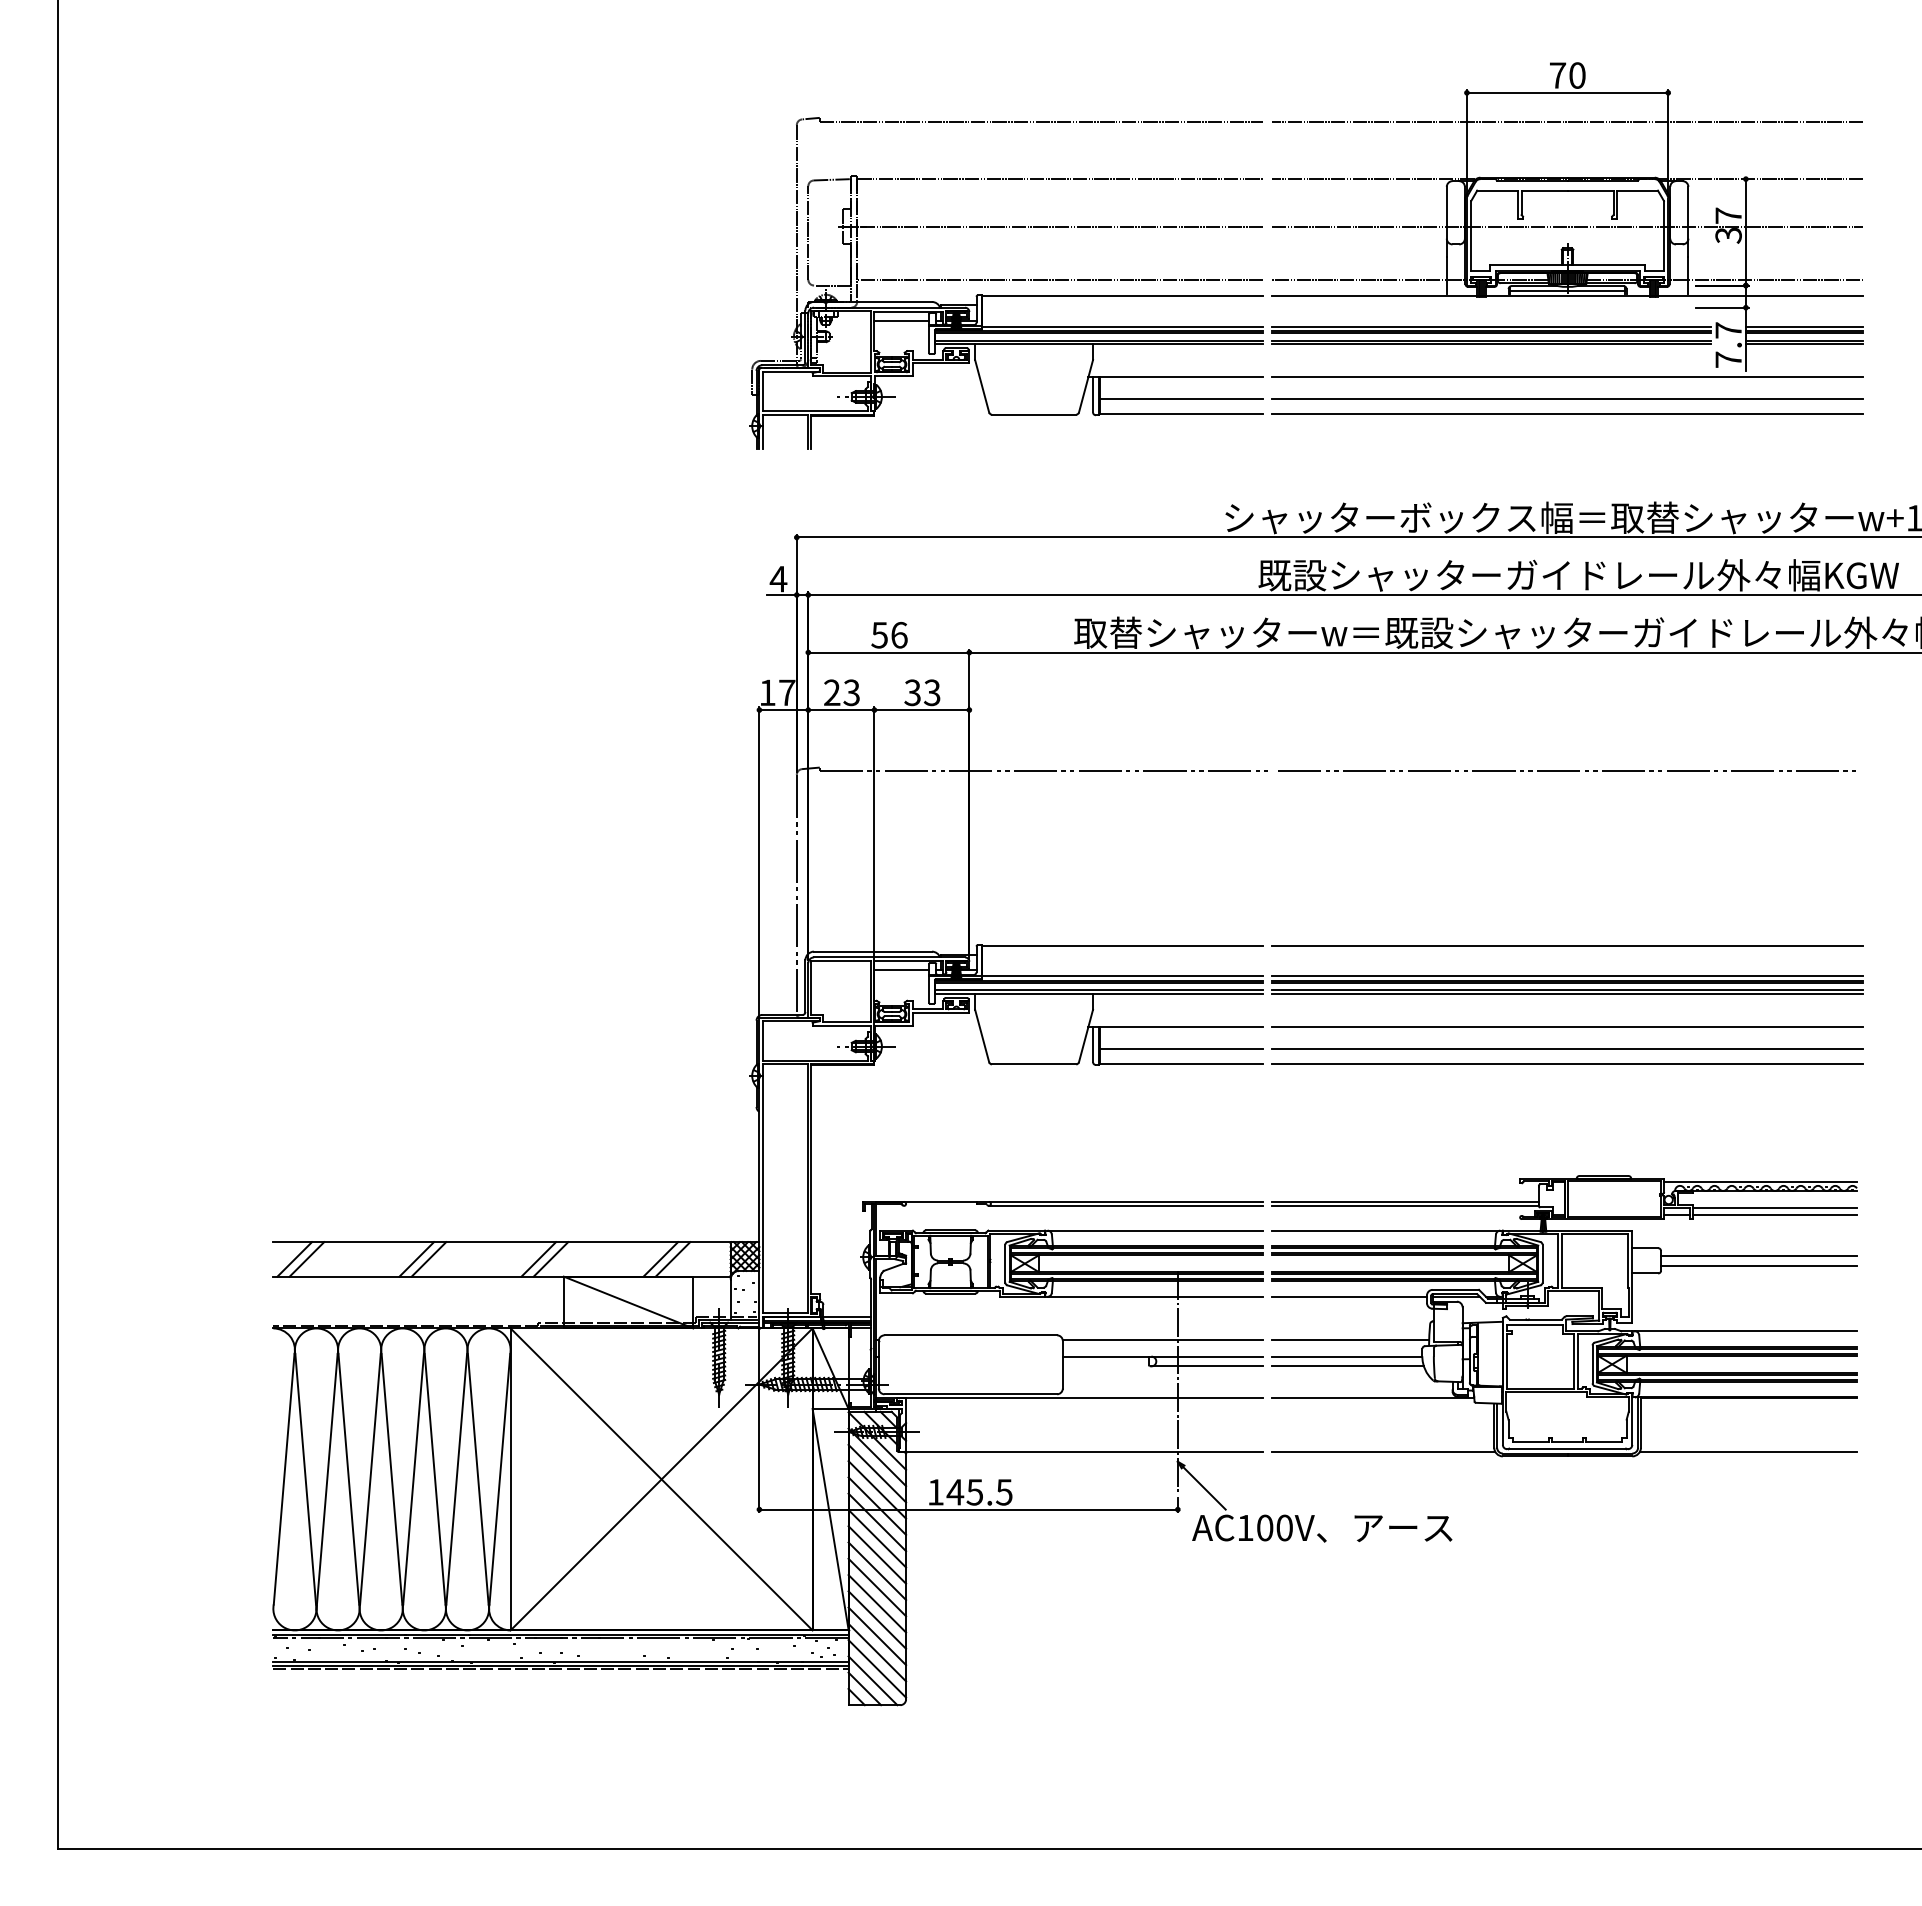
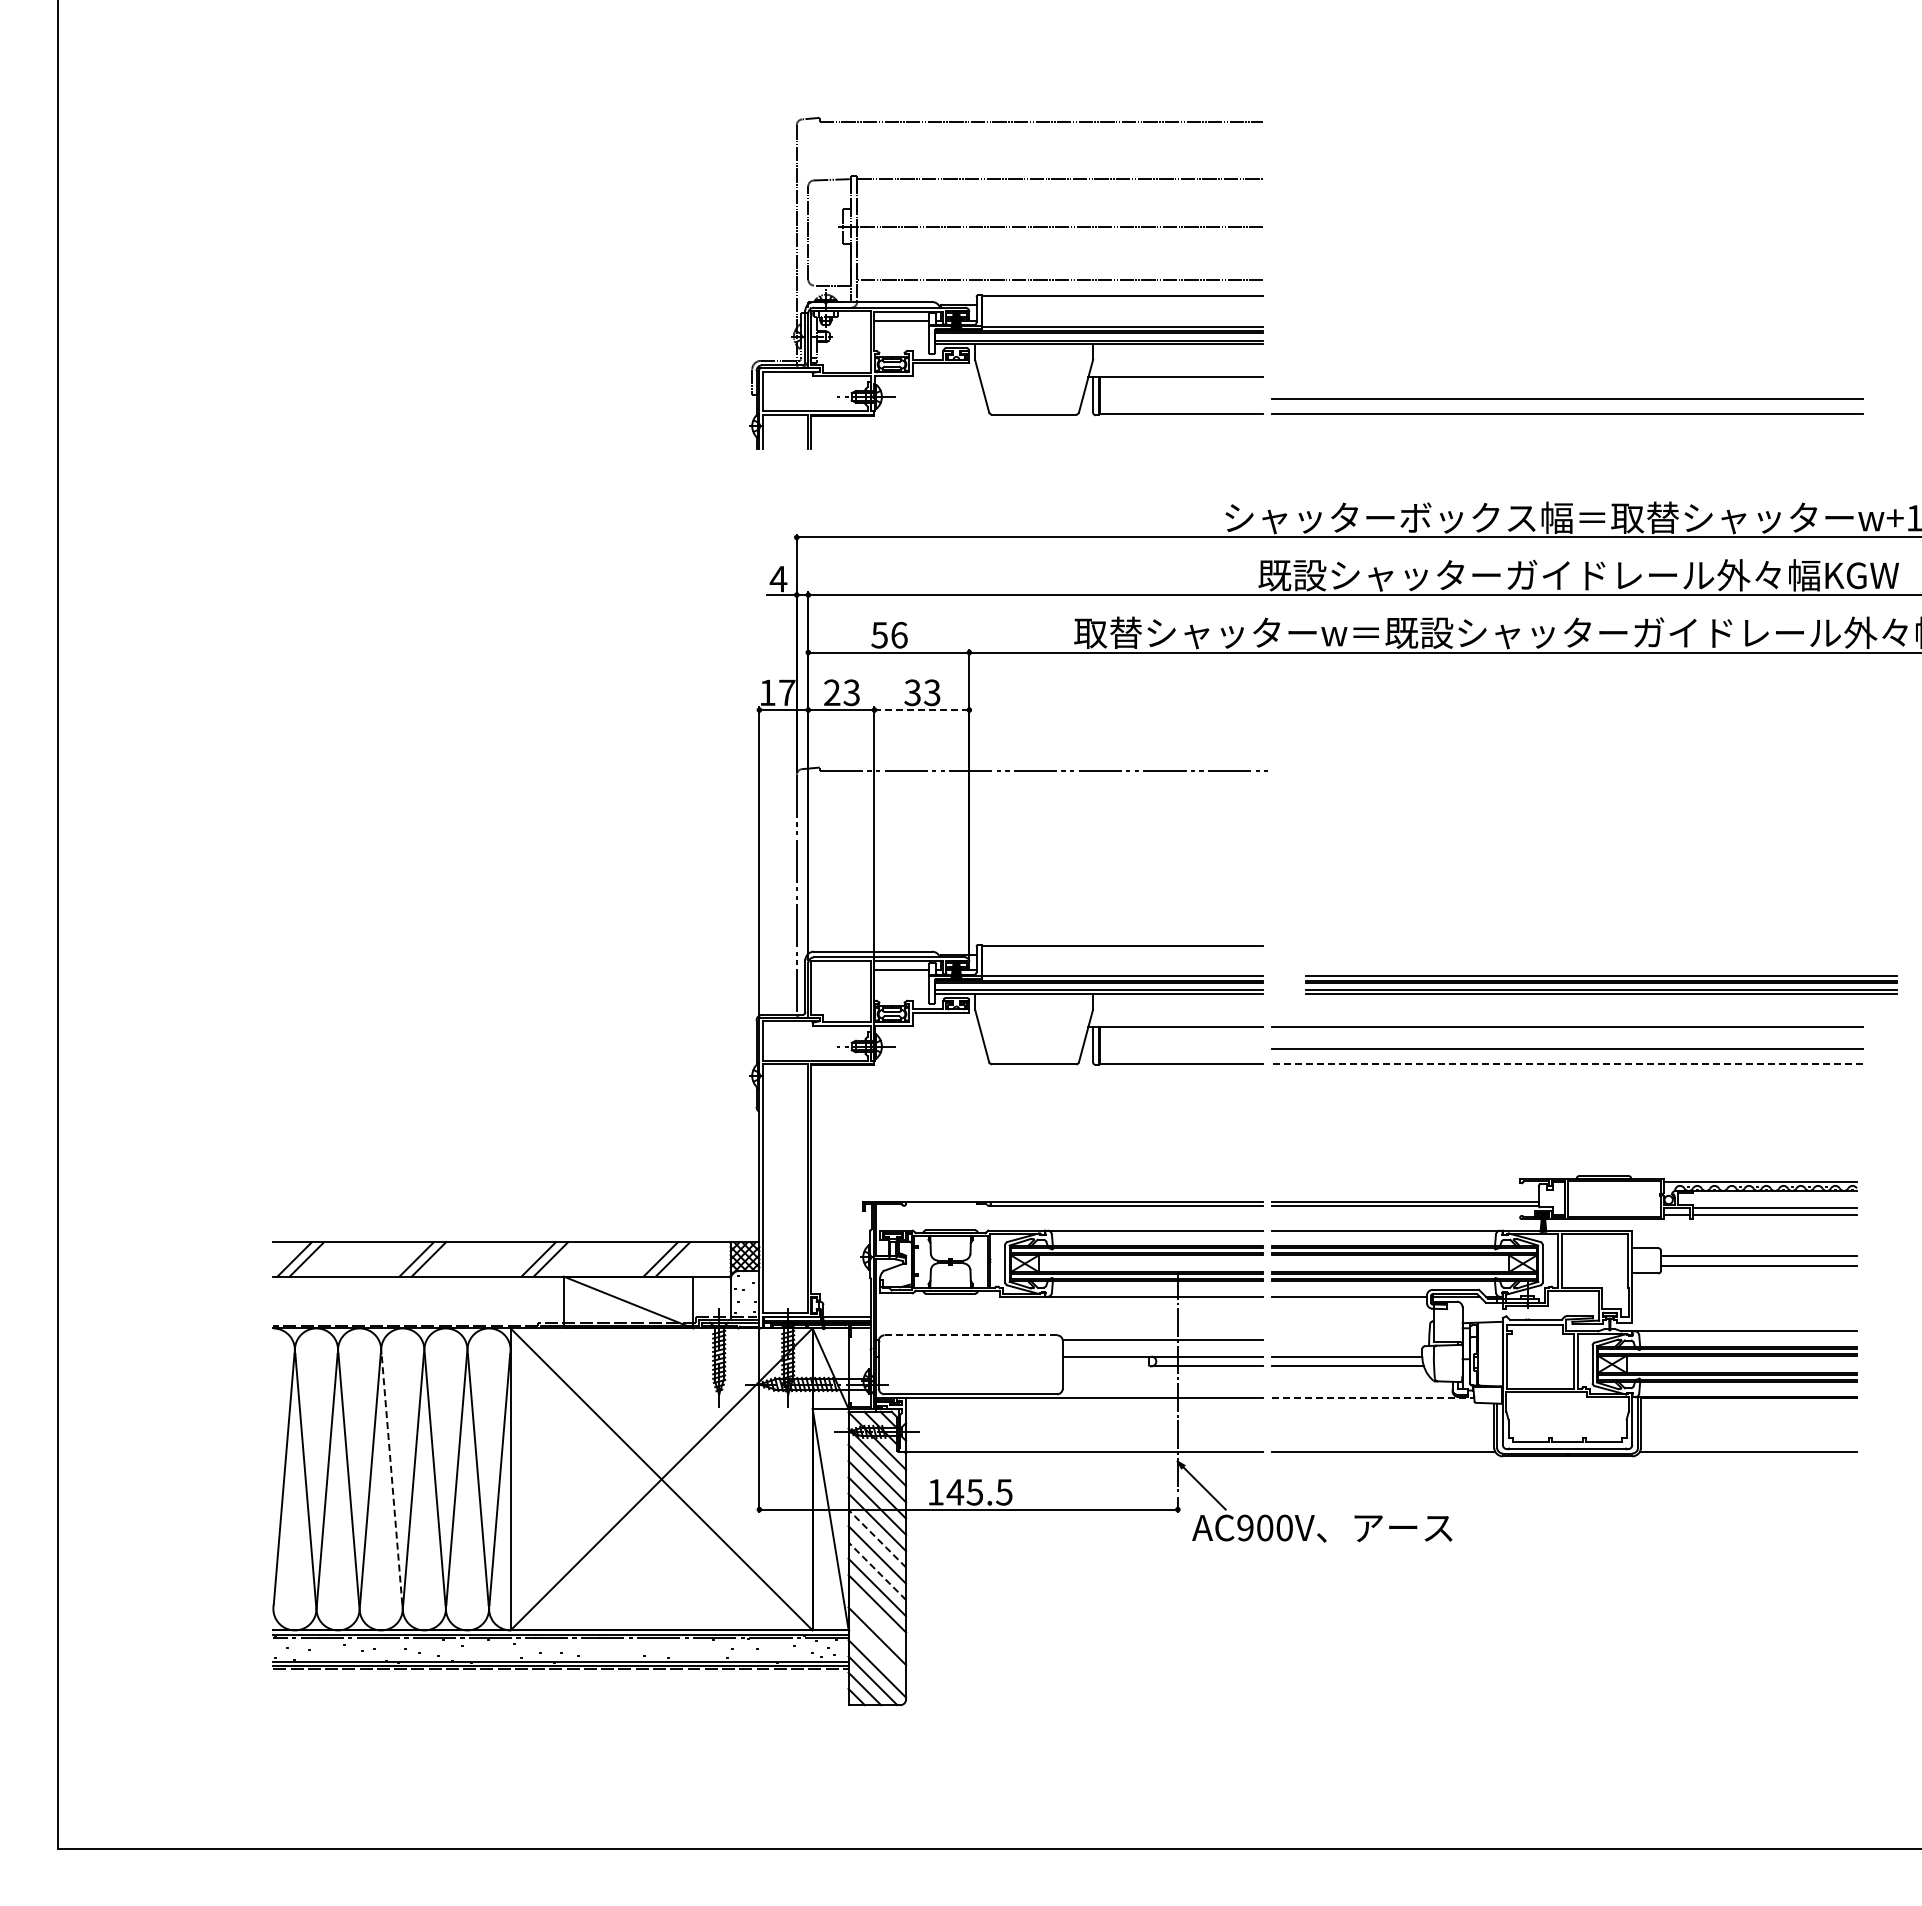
part at (1567, 219): present -> none
line at (1181, 398): present -> none
line at (921, 710): solid -> dashed
line at (1566, 770): present -> none
line at (1567, 945): present -> none
part at (1567, 984) position: (1567, 984) -> (1601, 984)
line at (1181, 1048): present -> none
line at (1567, 1064): solid -> dashed
line at (971, 1335): solid -> dashed
line at (1350, 1339): present -> none
line at (1373, 1398): solid -> dashed
line at (391, 1478): solid -> dashed
text at (1245, 1527): AC100V -> AC900V
line at (877, 1538): solid -> dashed
line at (877, 1571): solid -> dashed
line at (877, 1619): present -> none
line at (877, 1652): present -> none
